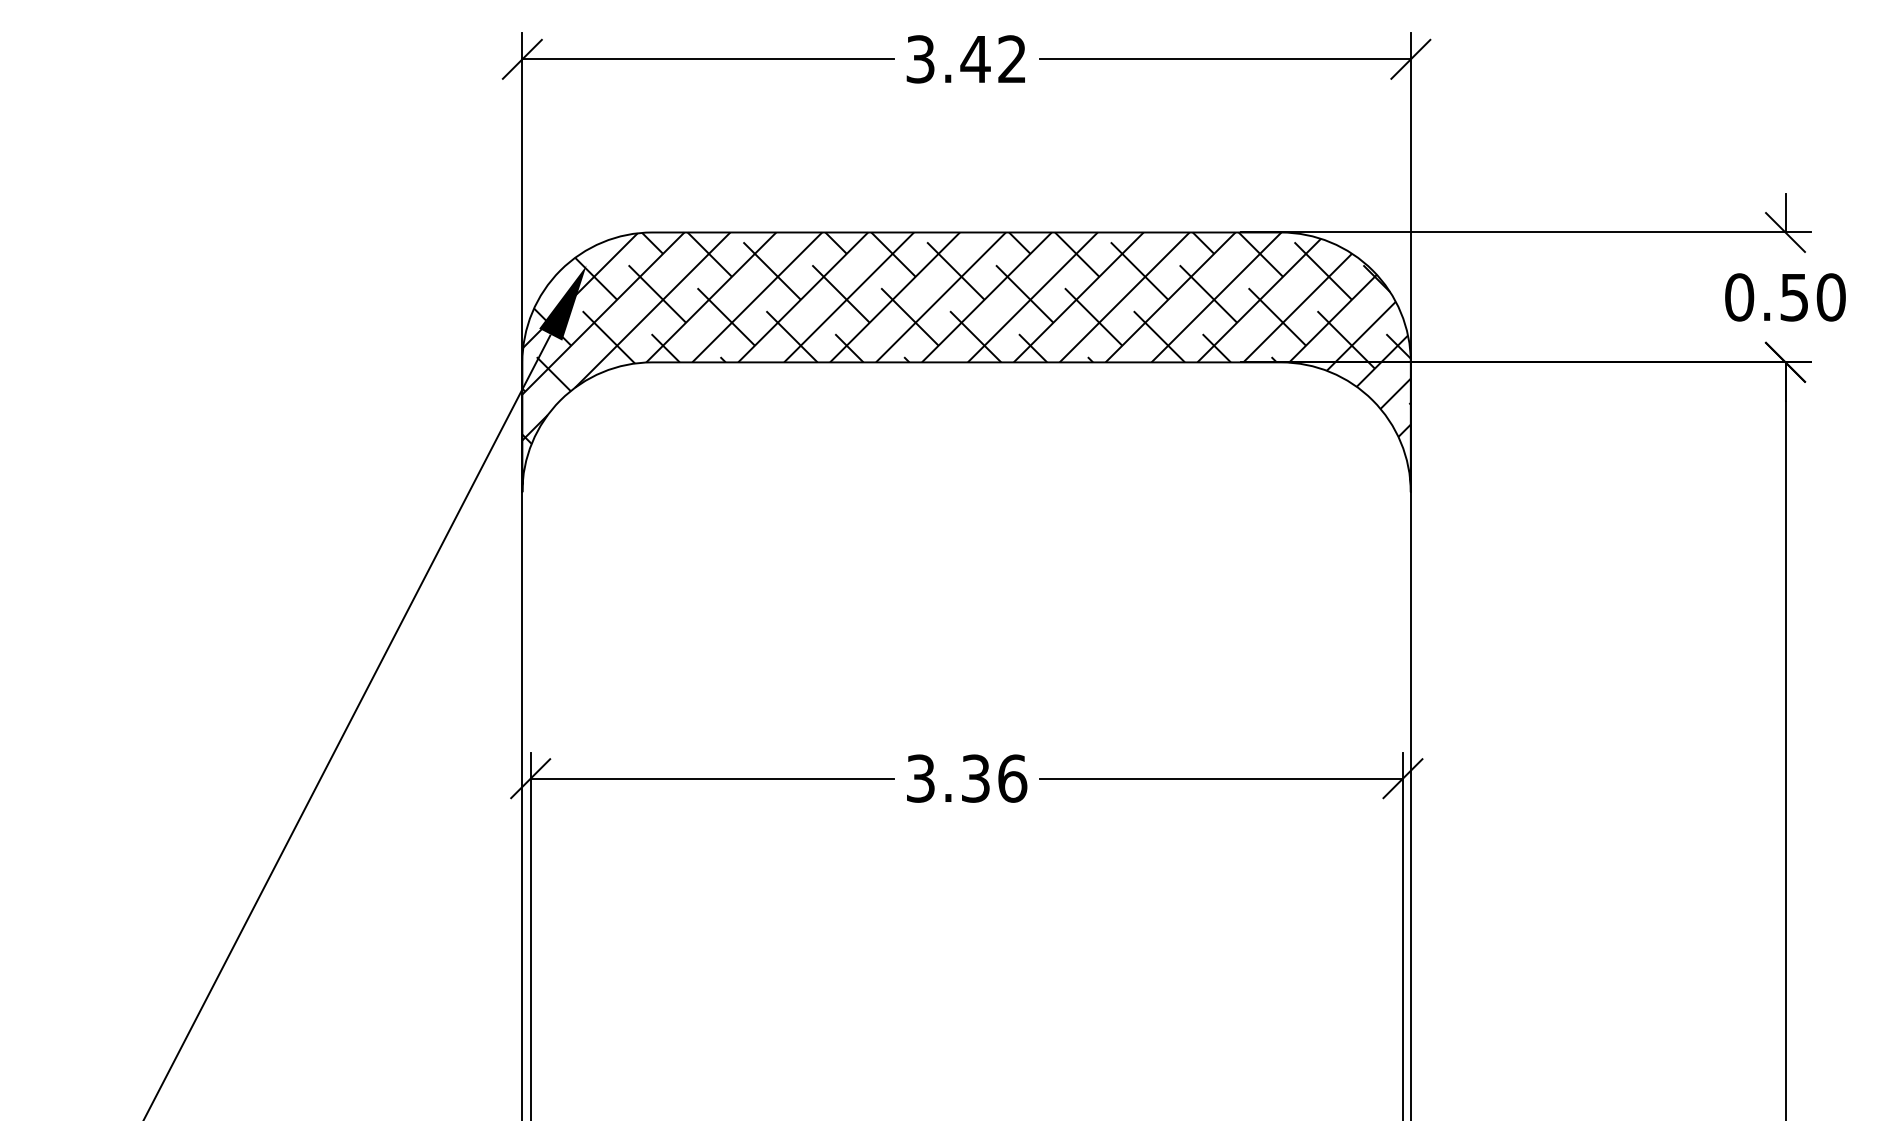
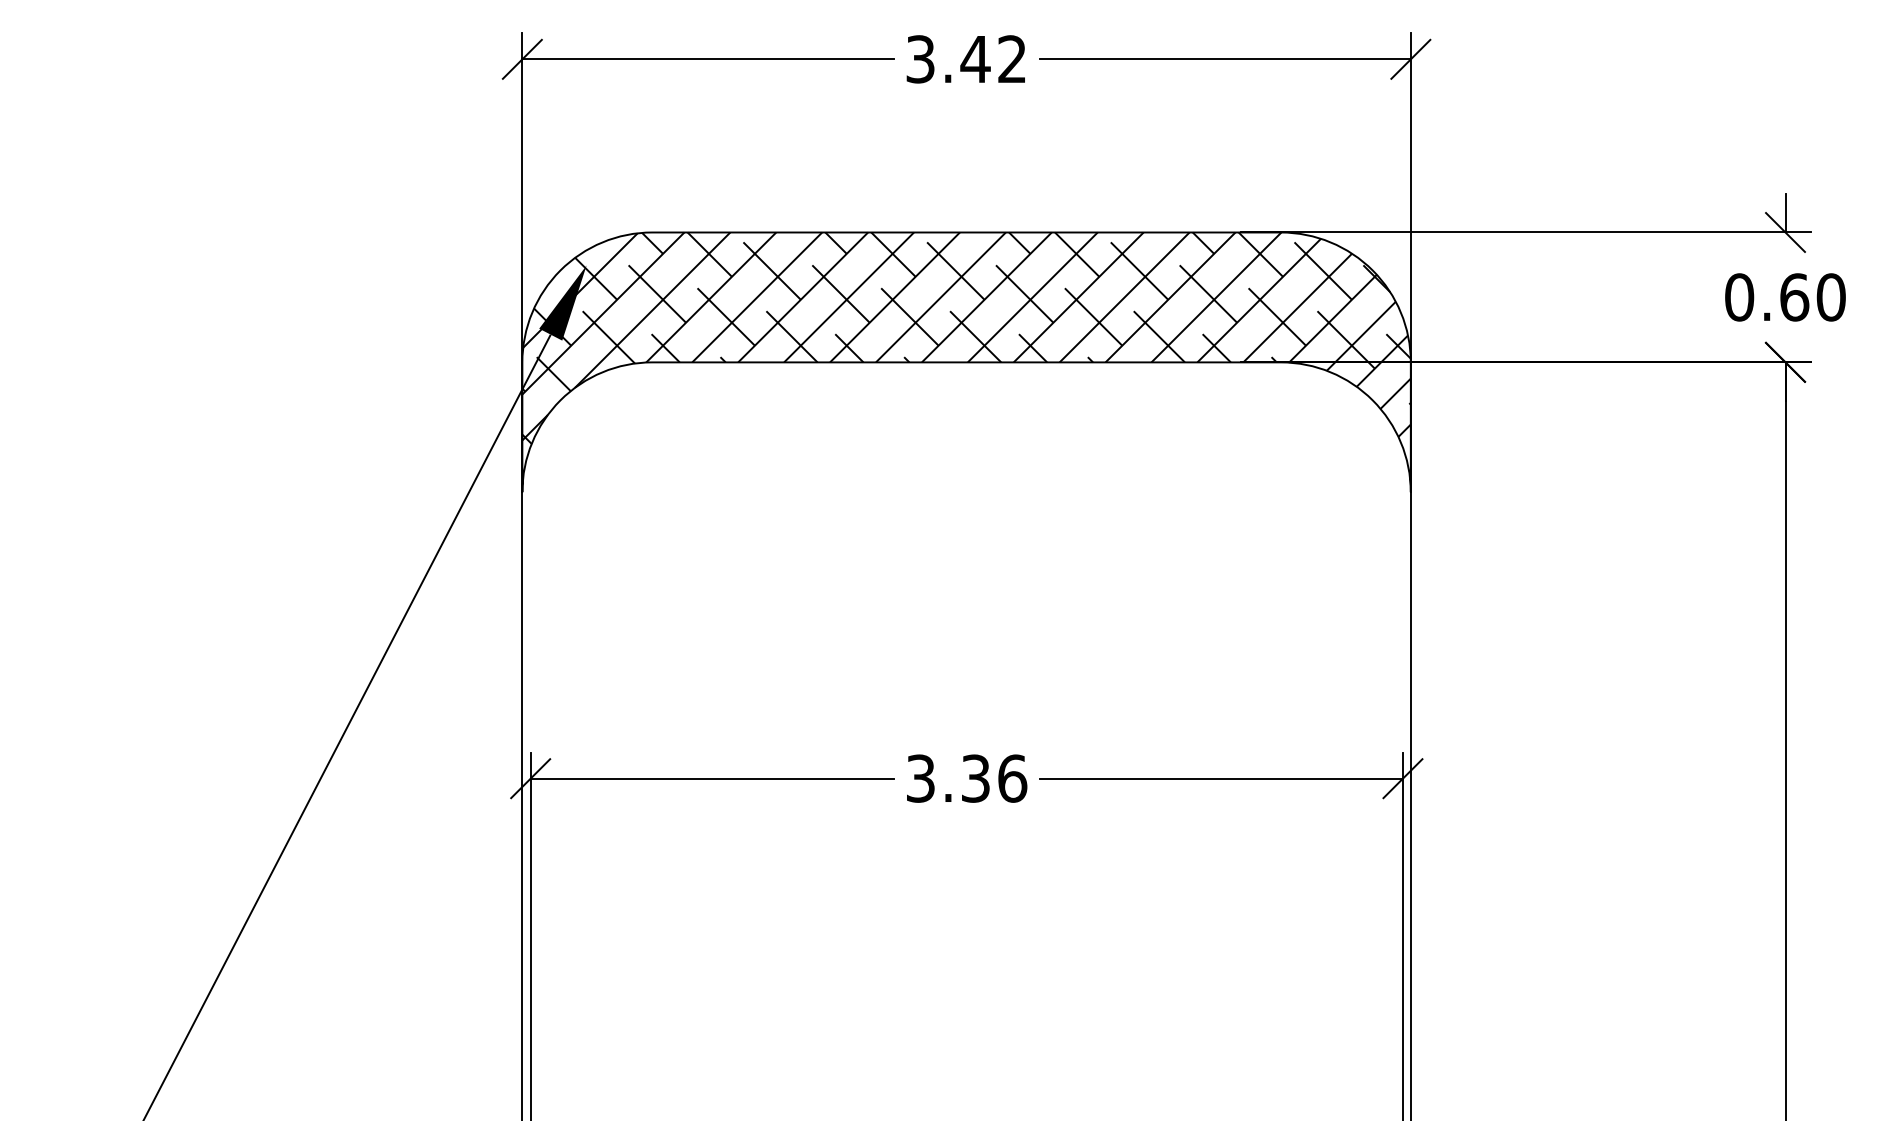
text at (1794, 297): 0.50 -> 0.60
